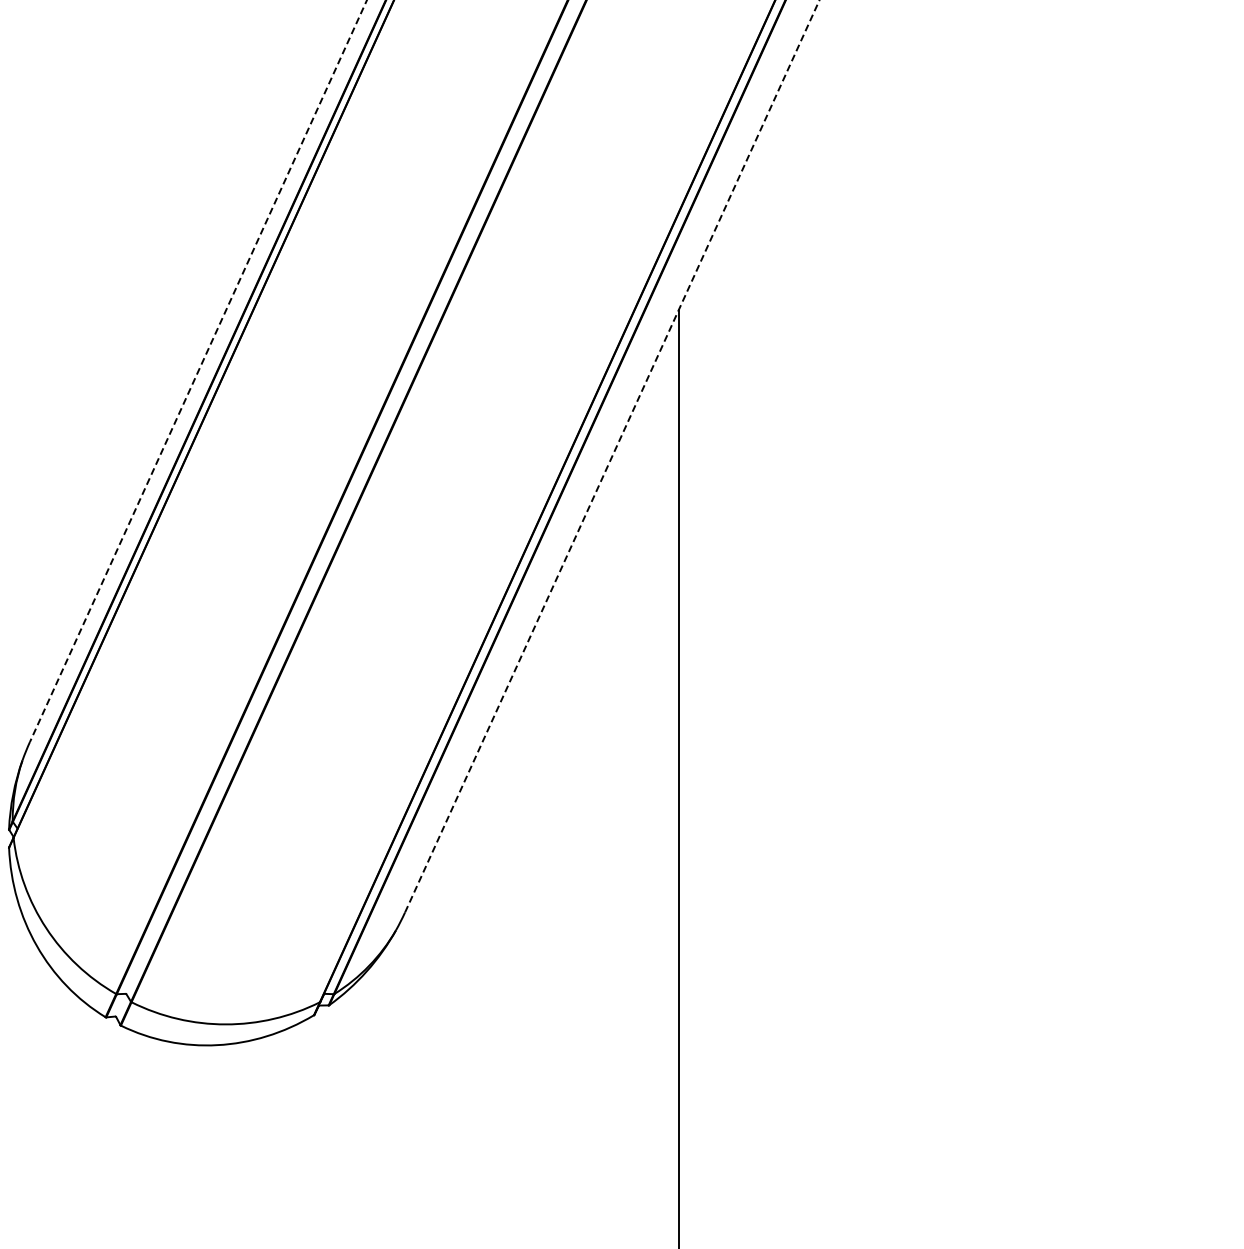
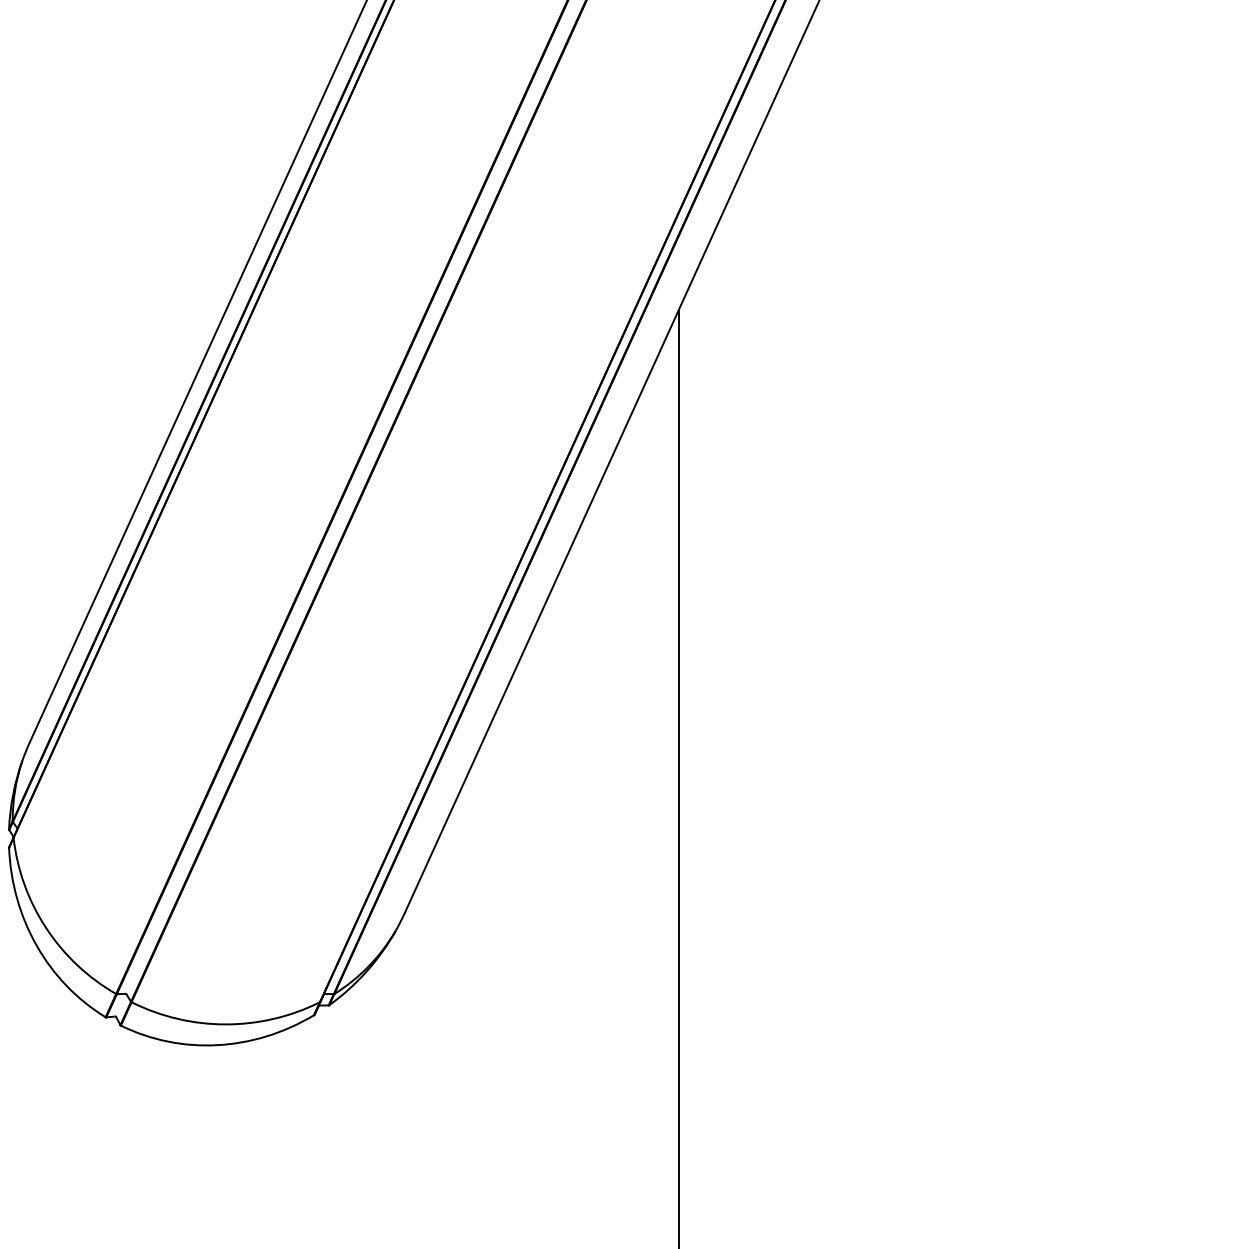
line at (198, 371): dashed -> solid
line at (612, 456): dashed -> solid
